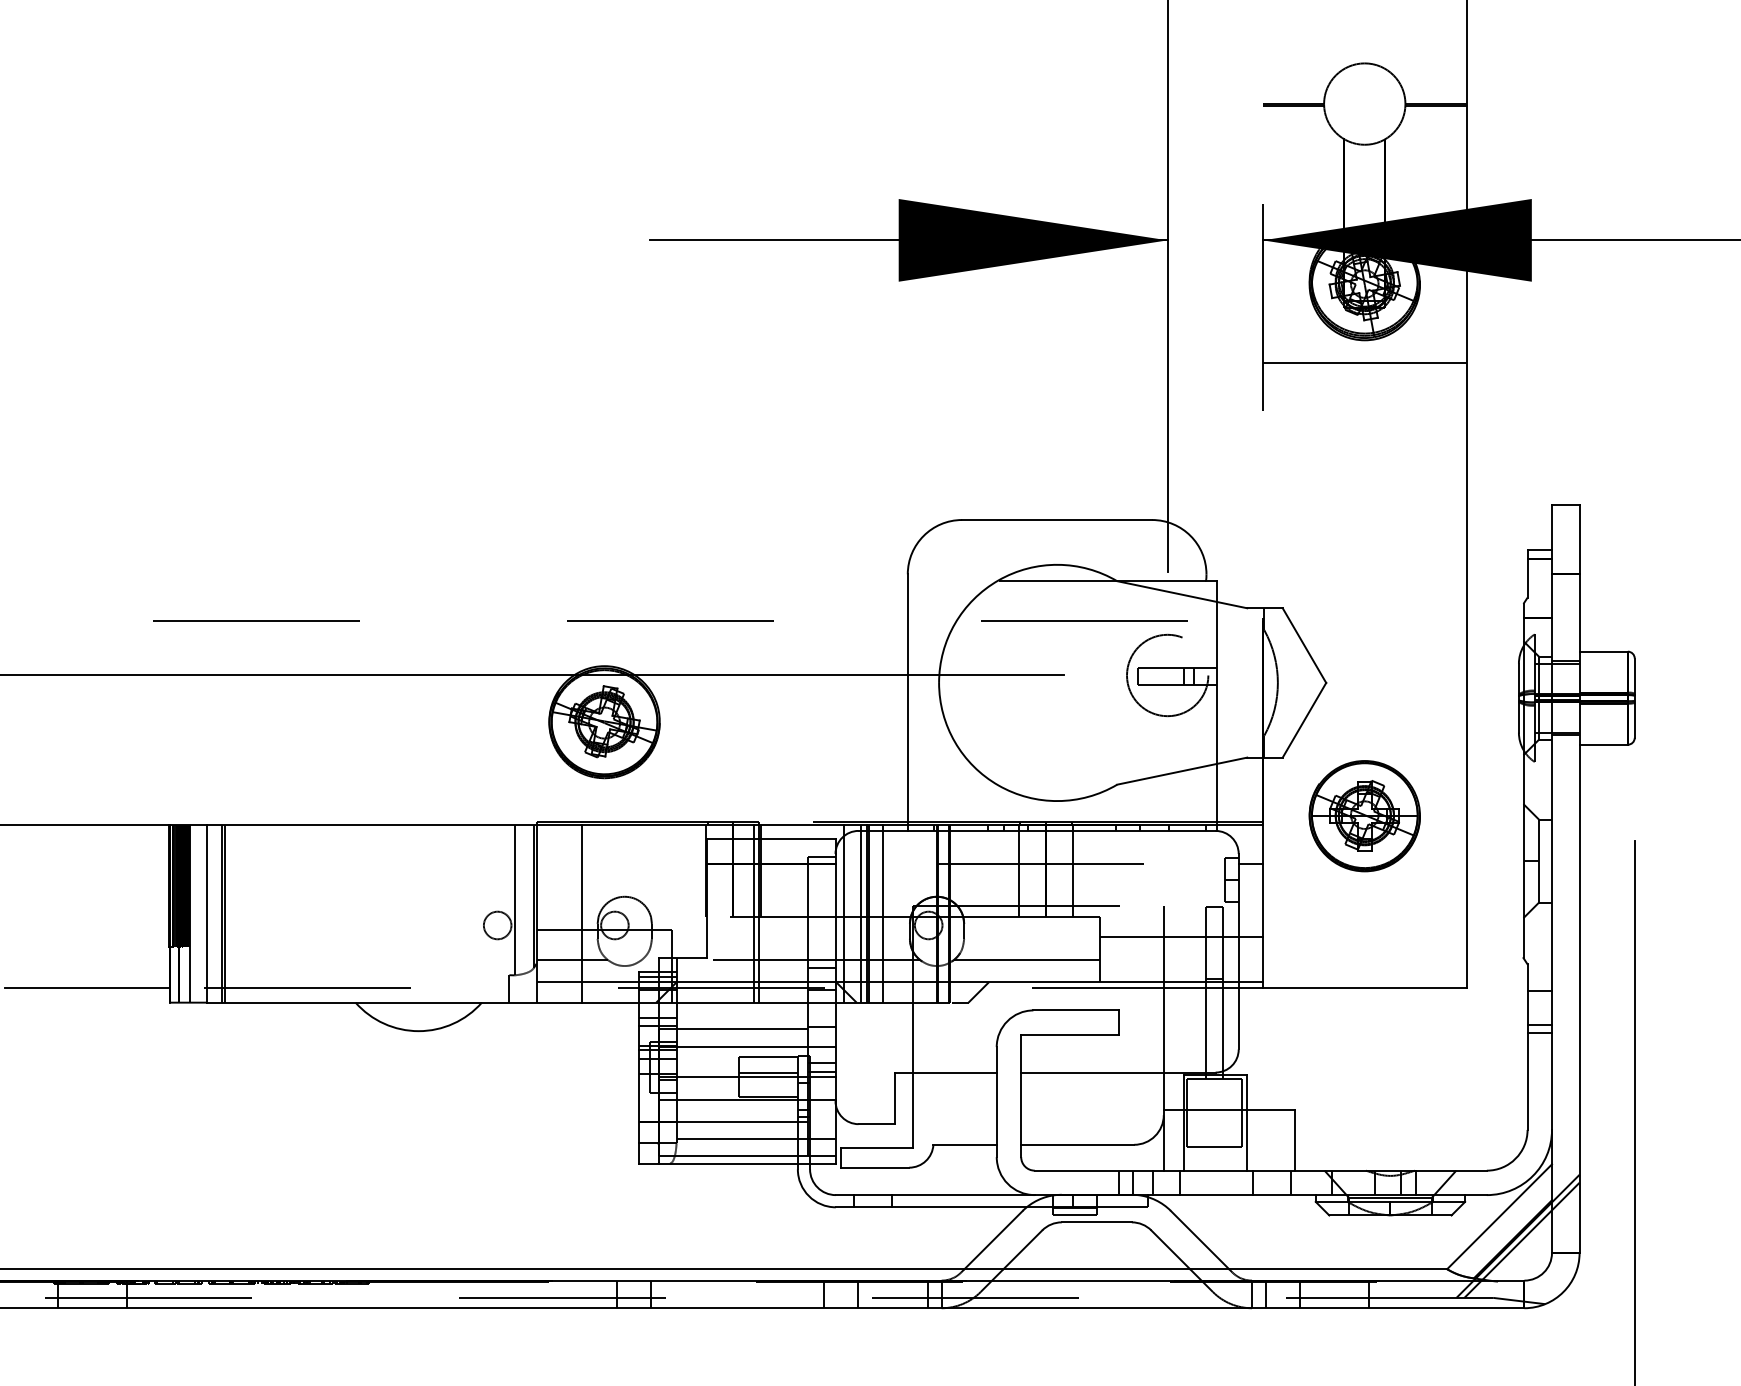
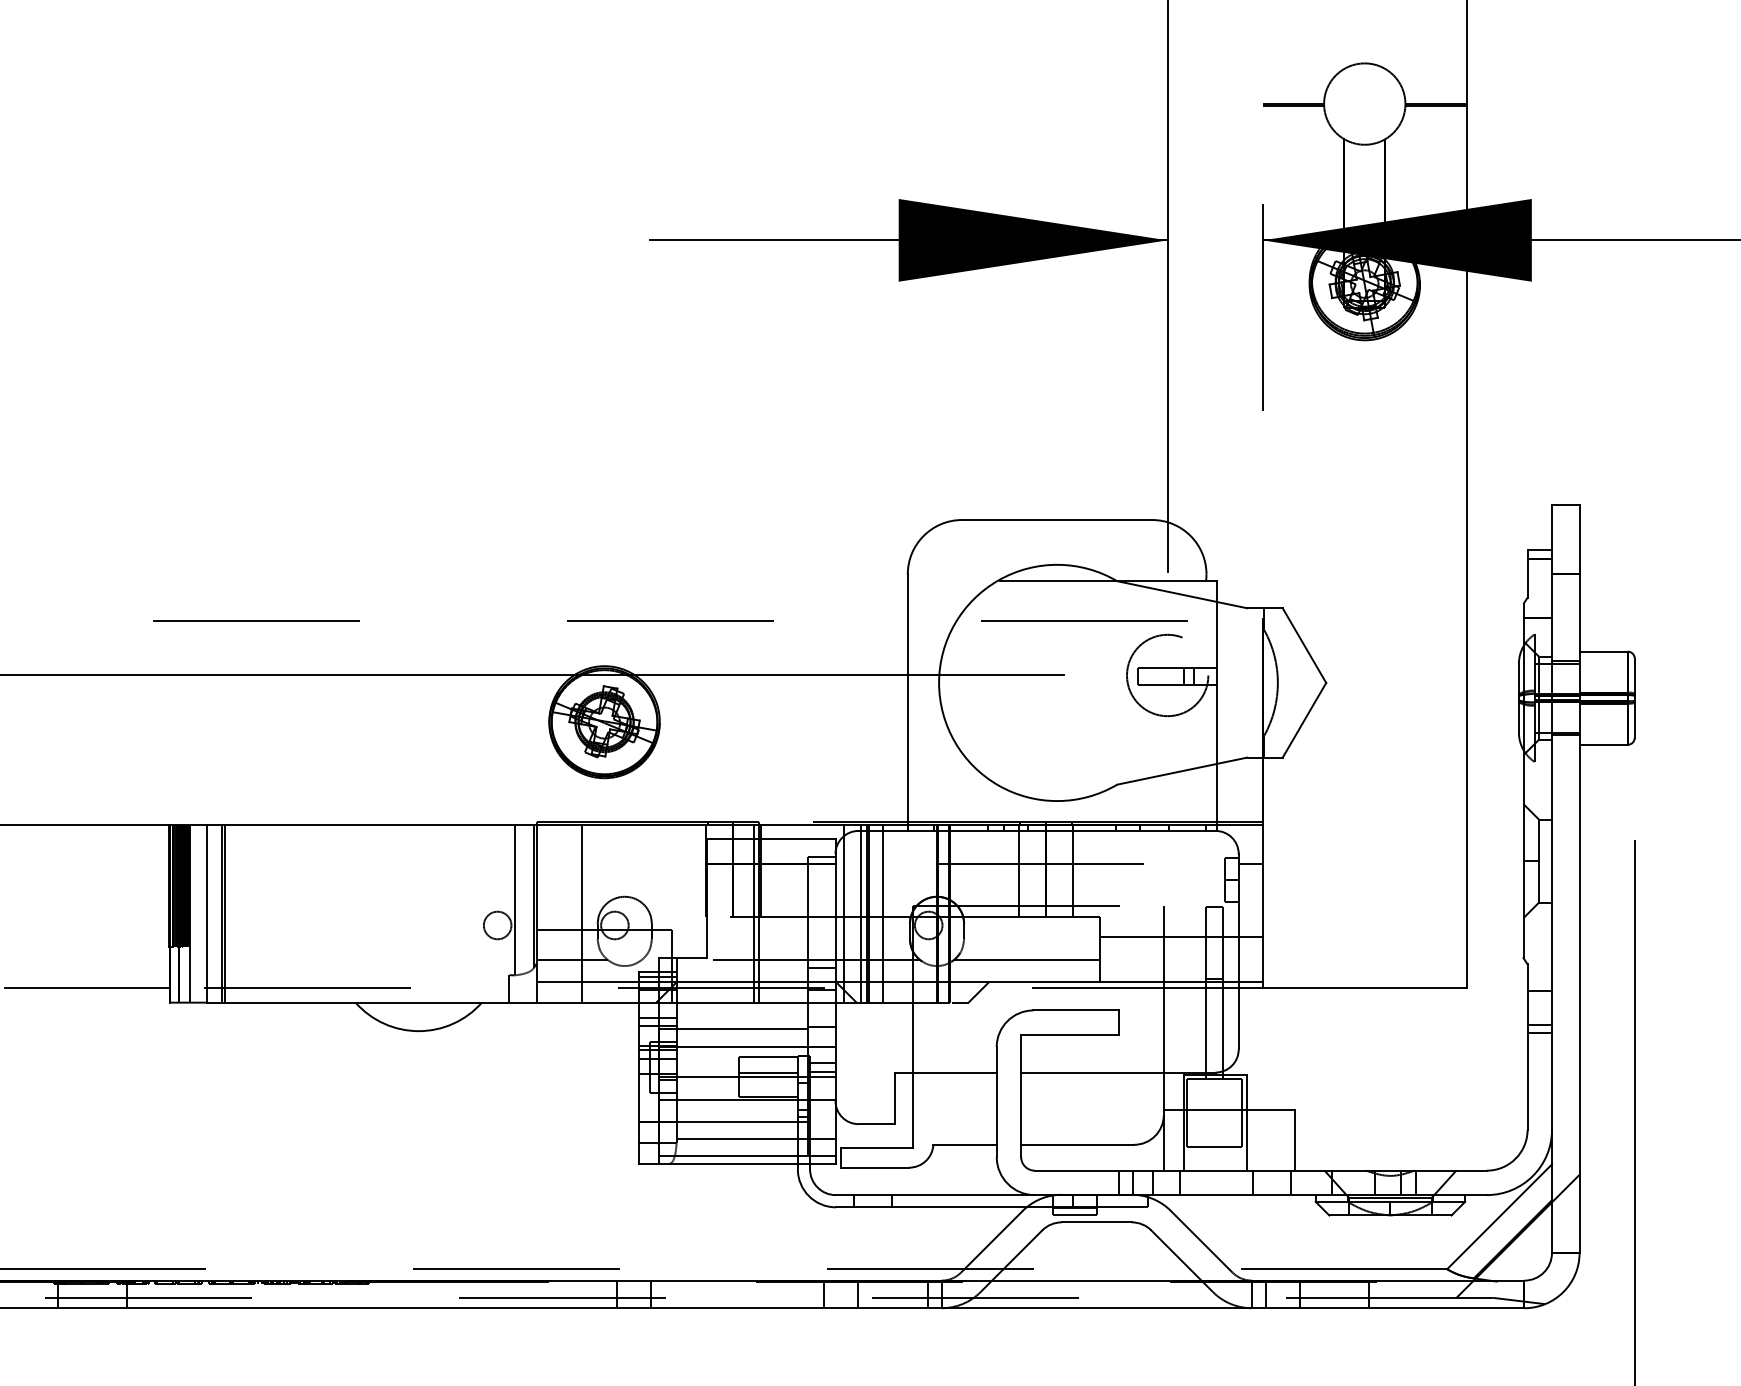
line at (1364, 362): present -> none
part at (1364, 816): present -> none
line at (1521, 1239): present -> none
line at (723, 1269): solid -> dashed
